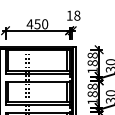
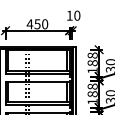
text at (77, 15): 18 -> 10
